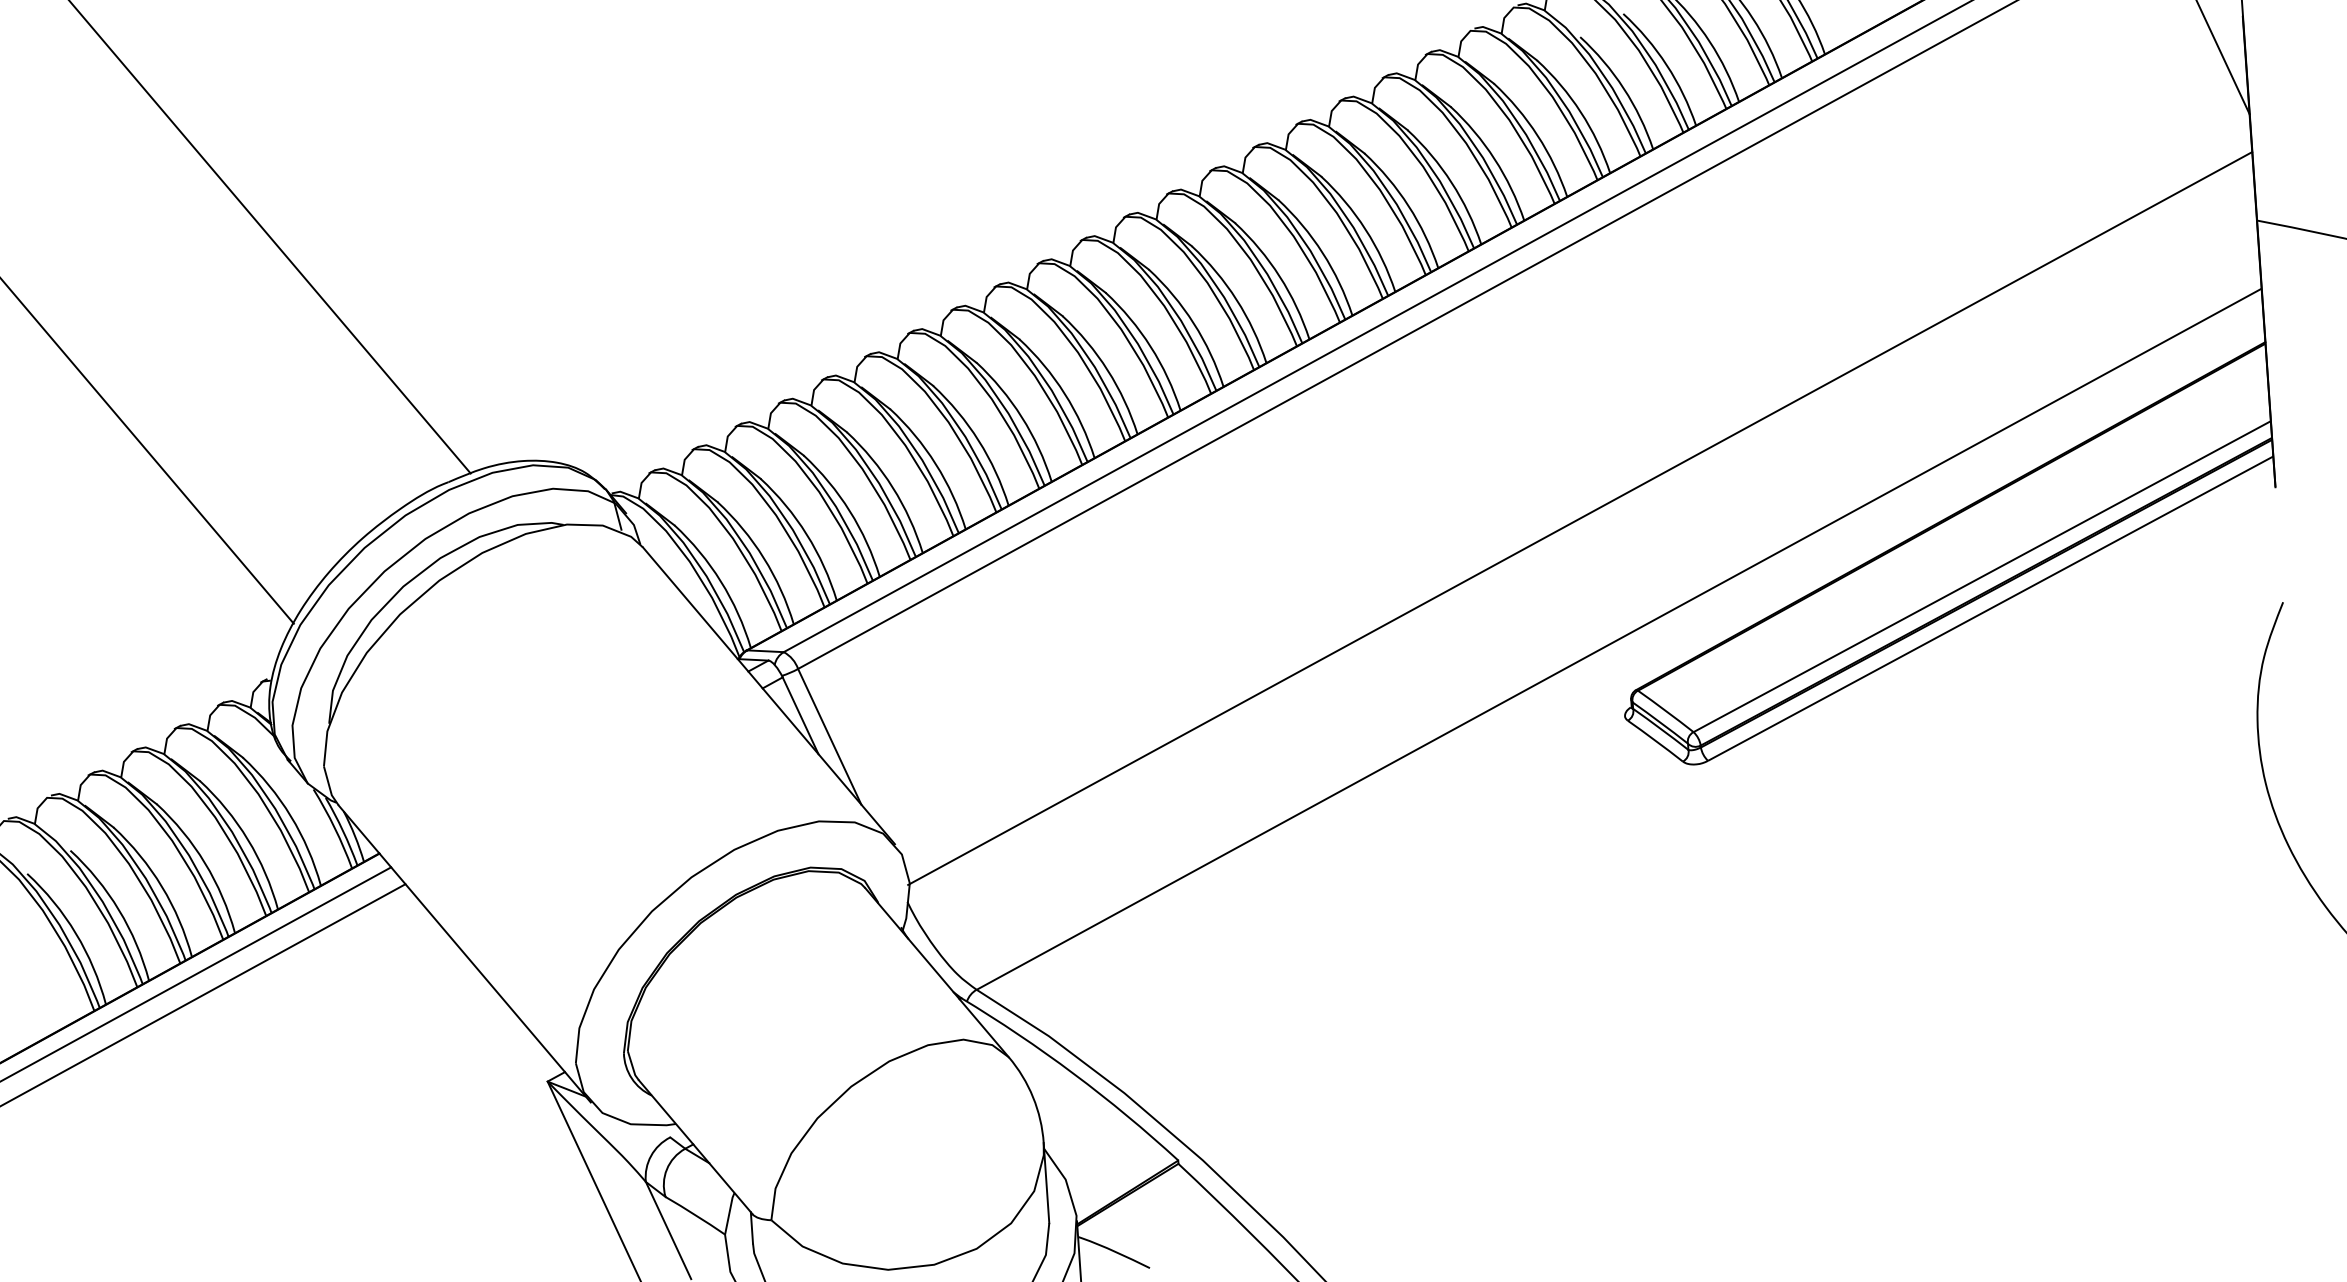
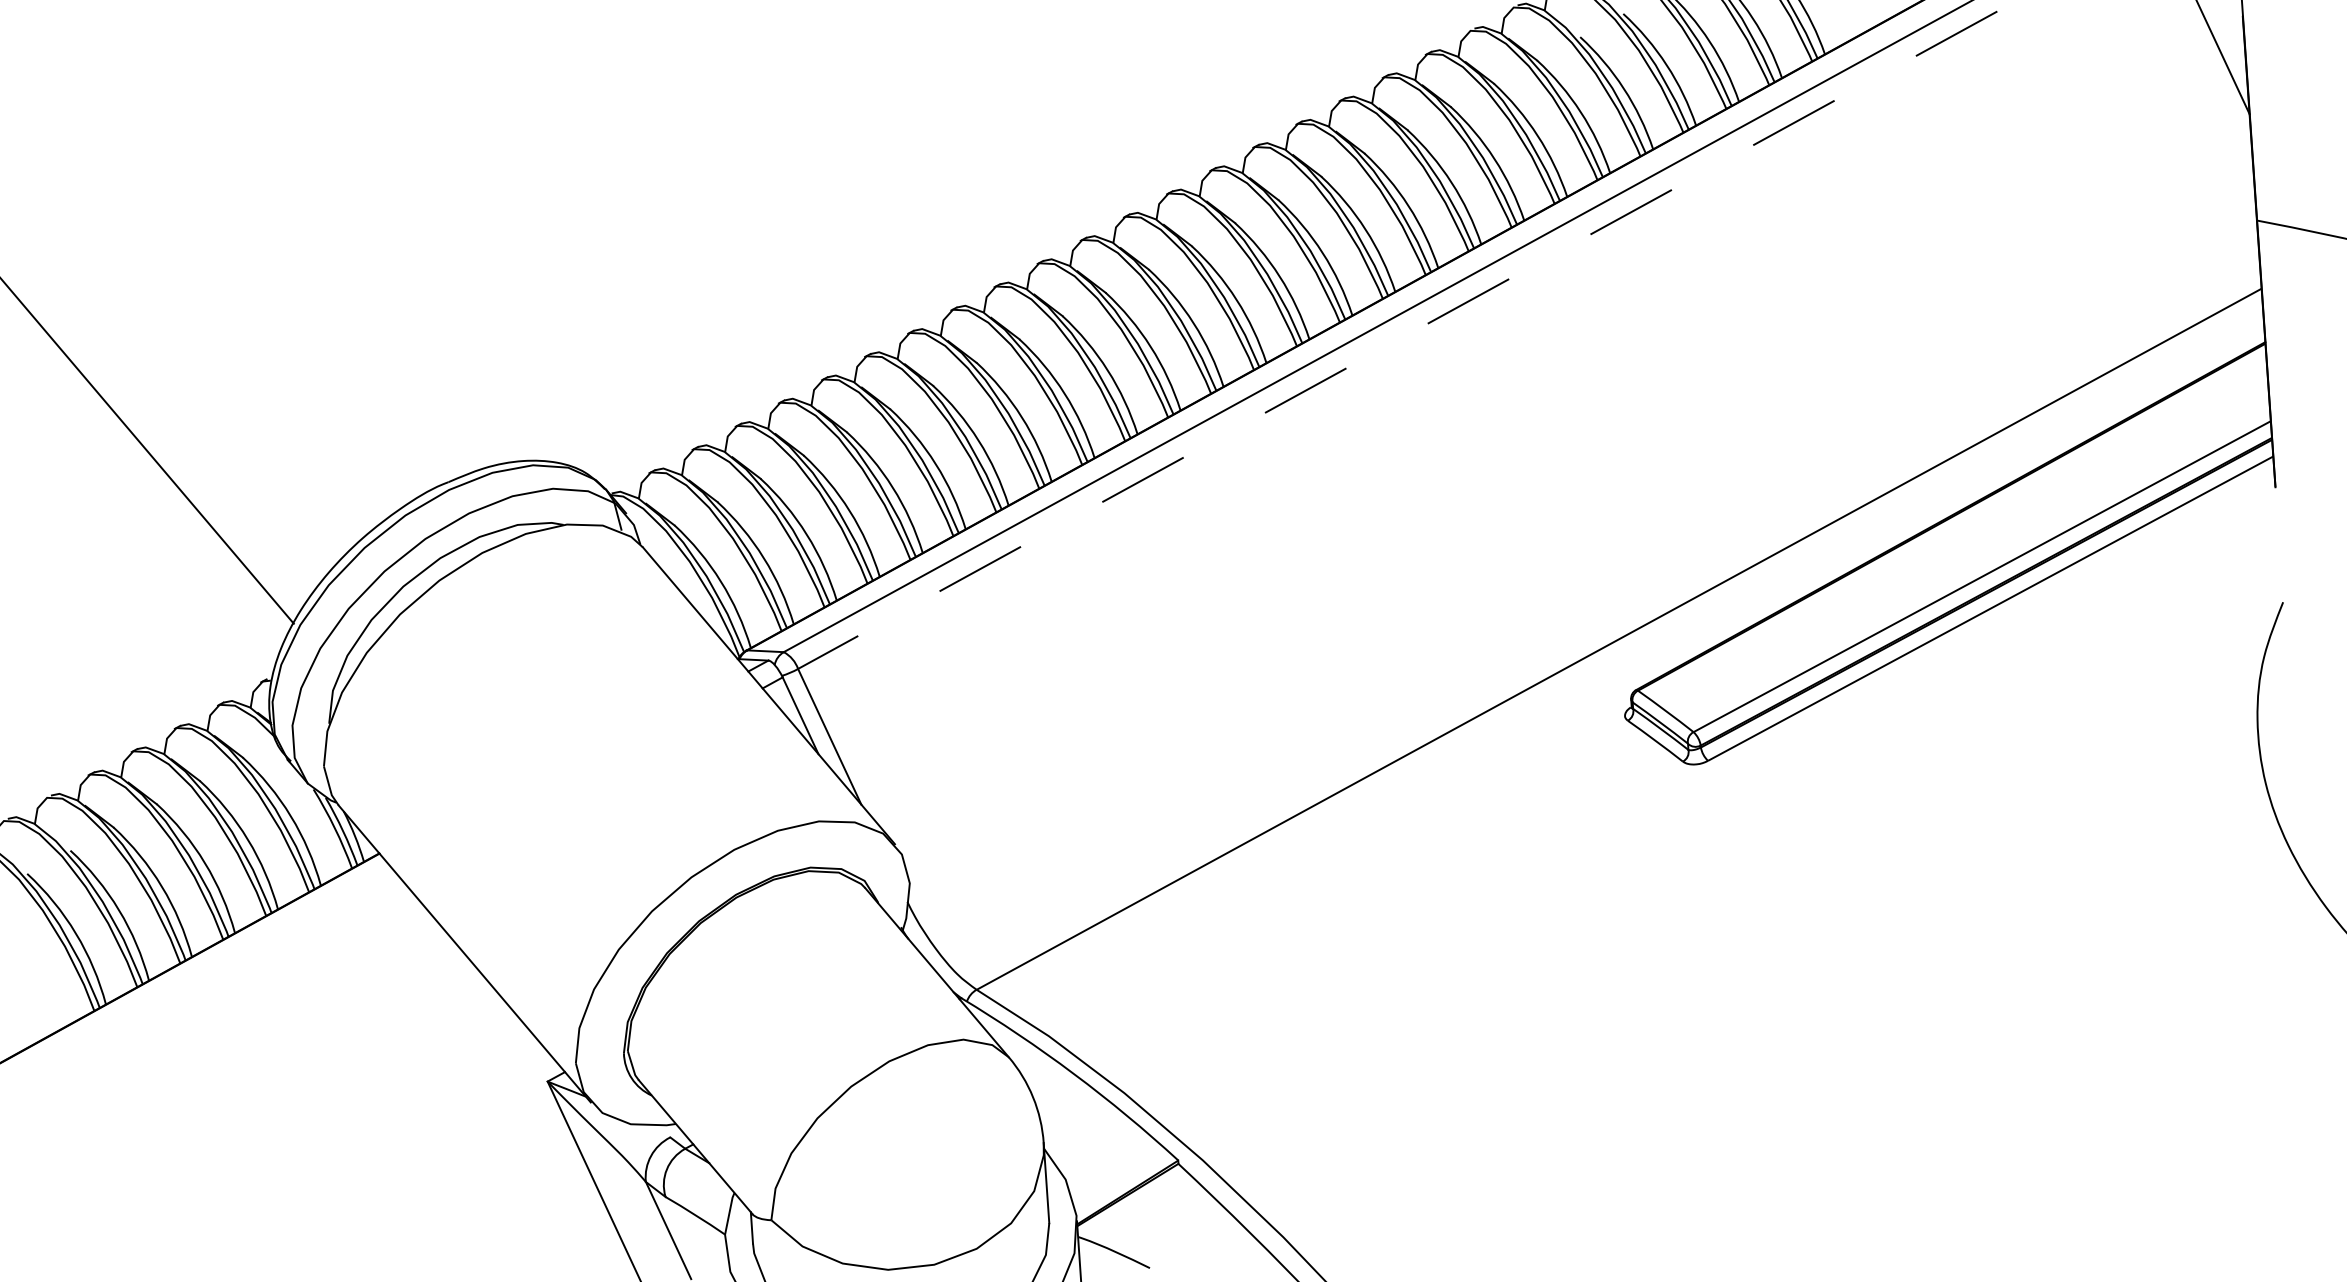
line at (270, 237): present -> none
line at (1408, 334): solid -> dashed
line at (1580, 518): present -> none
line at (196, 973): present -> none
line at (203, 994): present -> none
